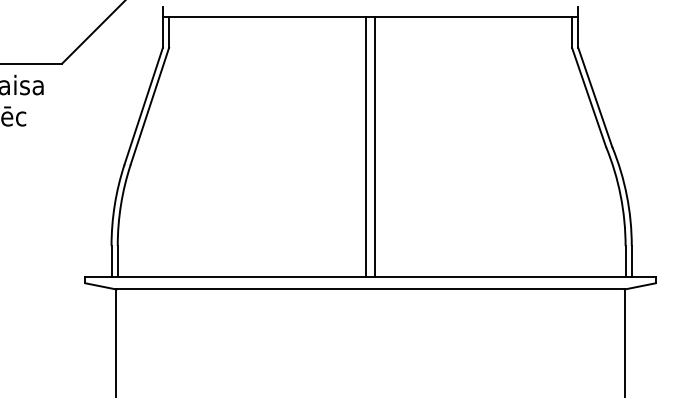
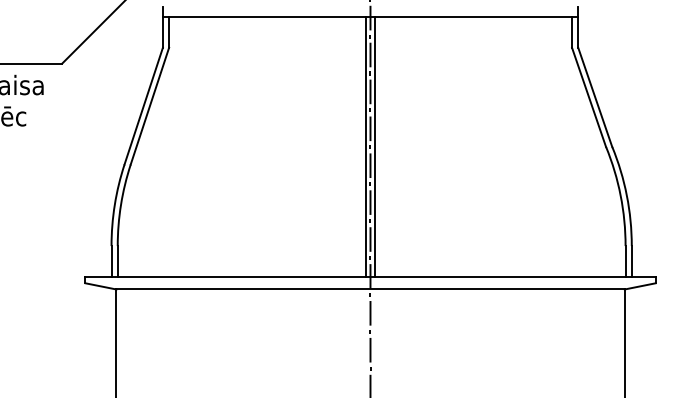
line at (370, 198): none -> present
